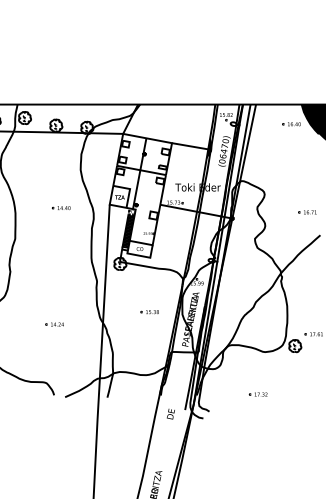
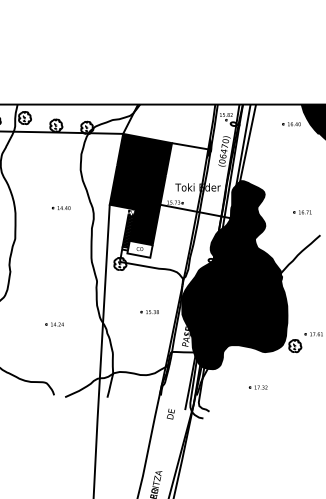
fill at (140, 189): none -> present
part at (307, 212) position: (307, 212) -> (302, 212)
fill at (234, 275): none -> present
part at (257, 394) position: (257, 394) -> (257, 387)
